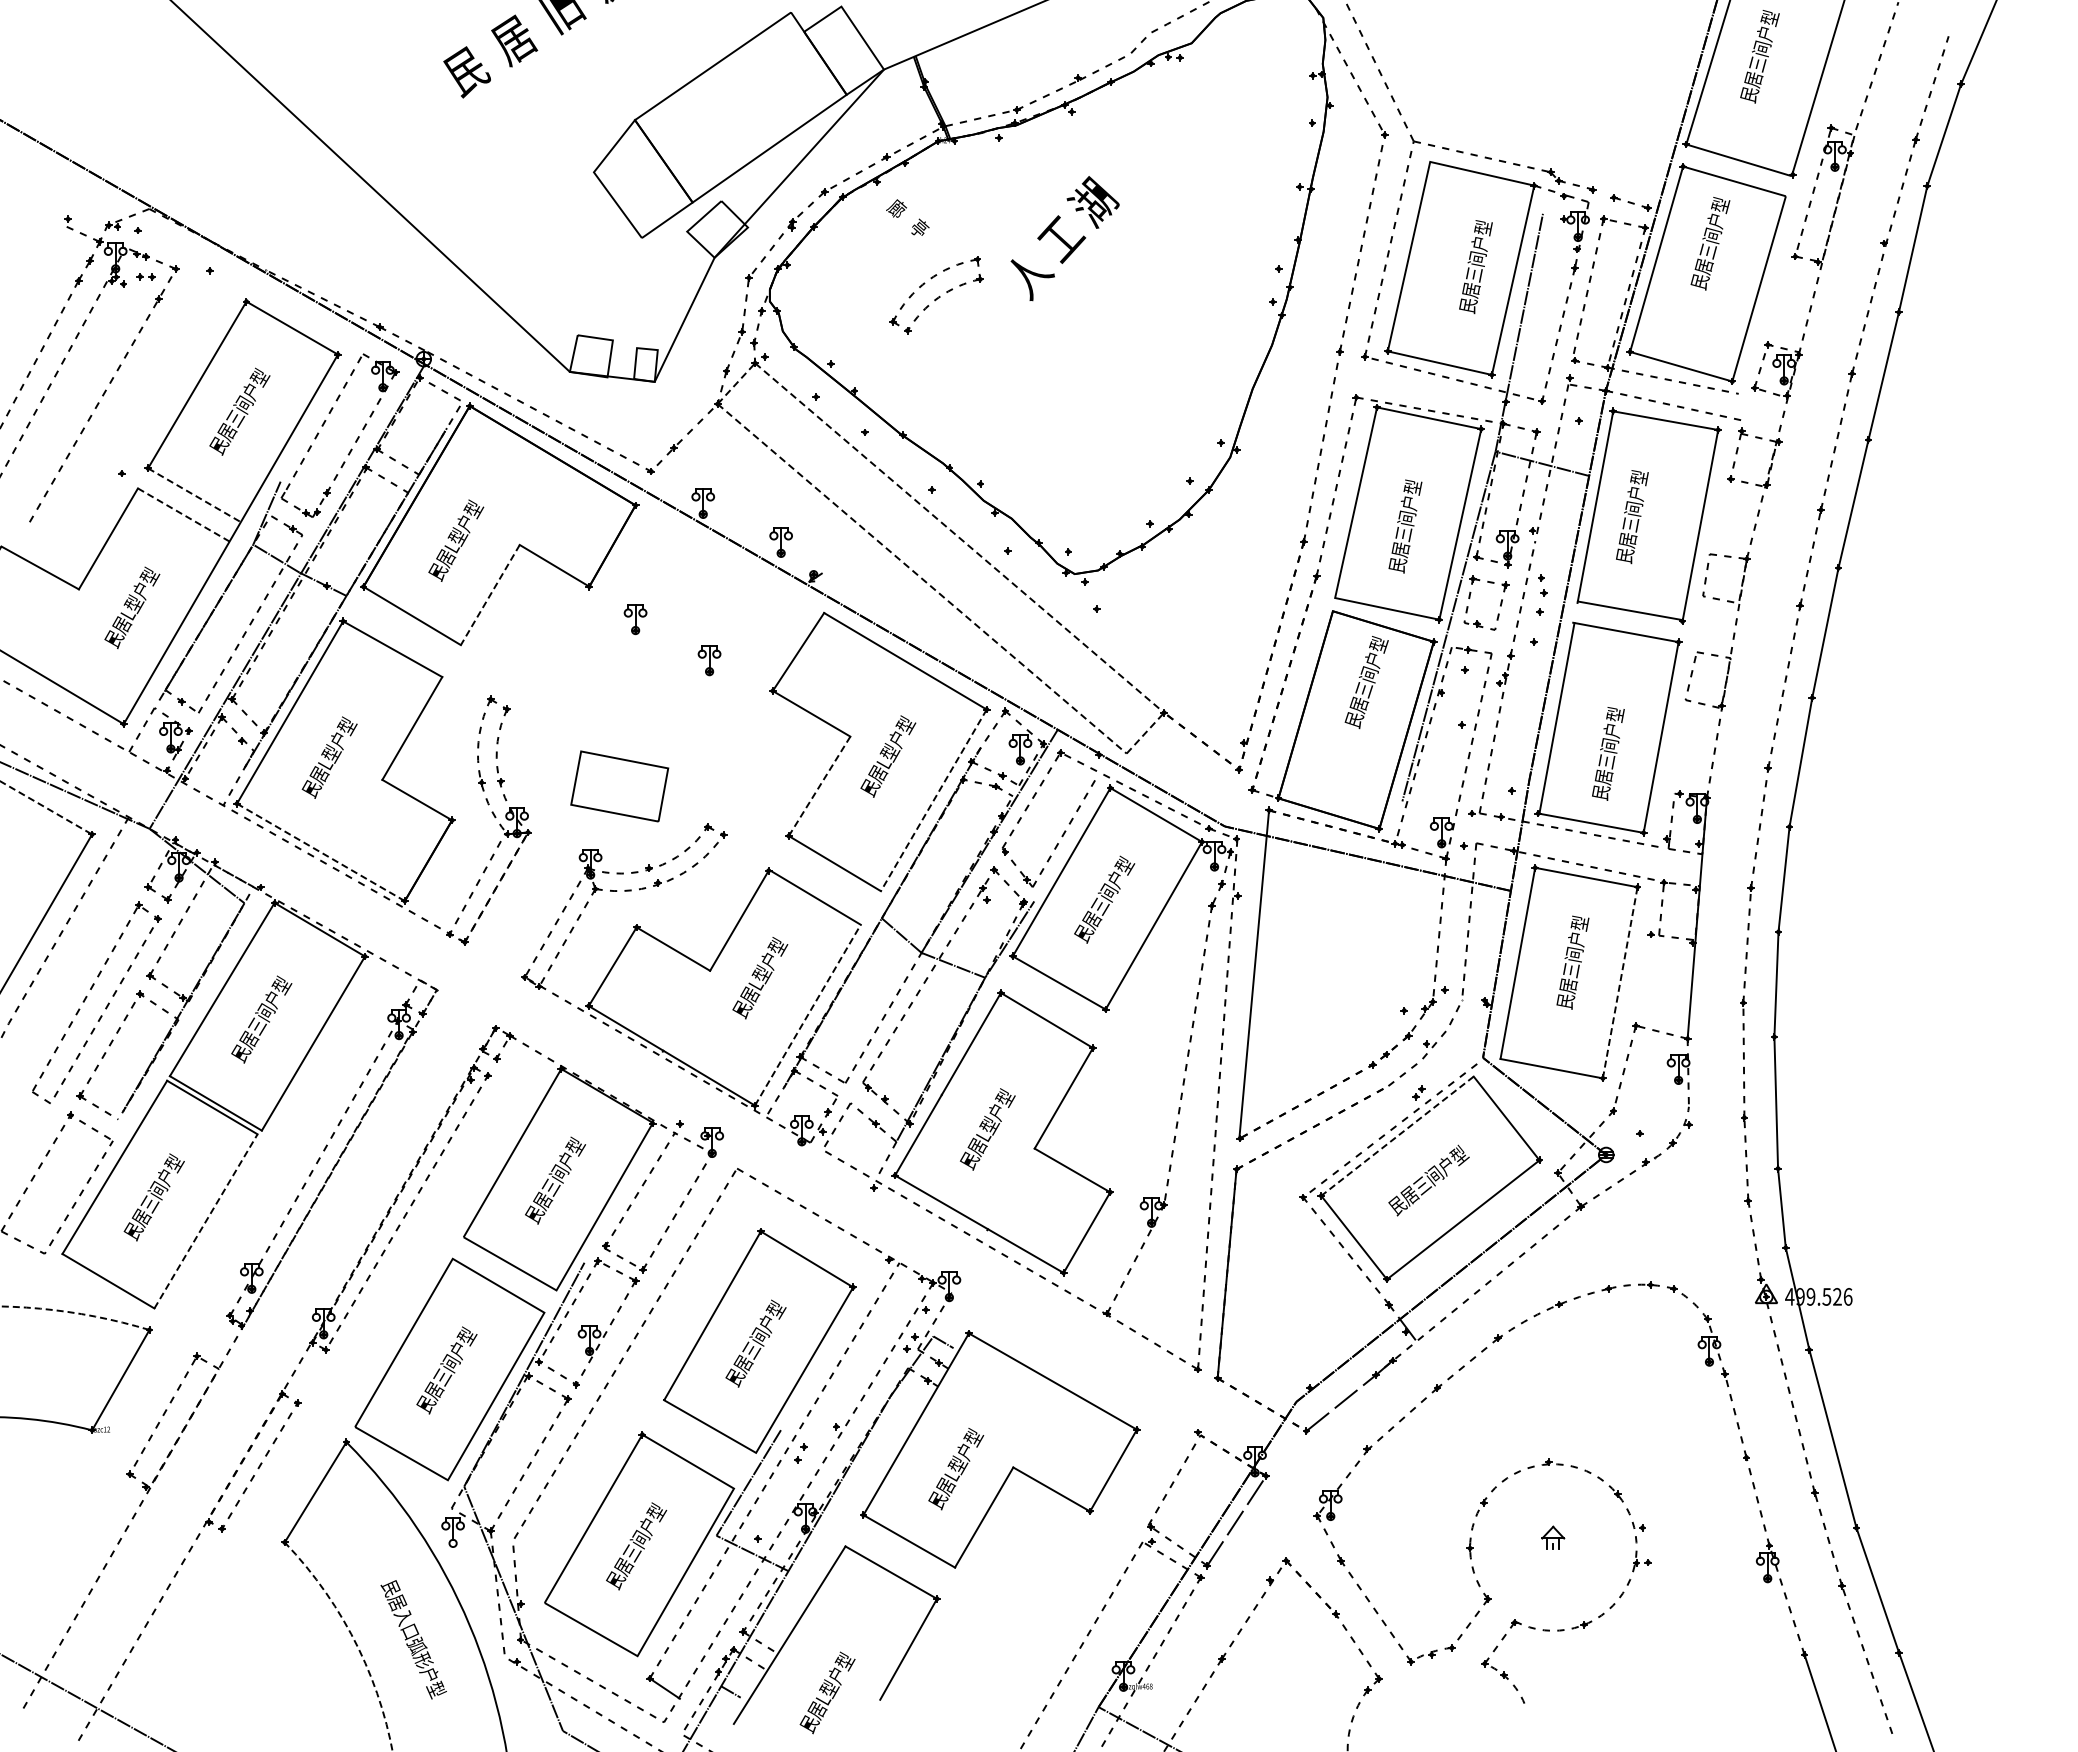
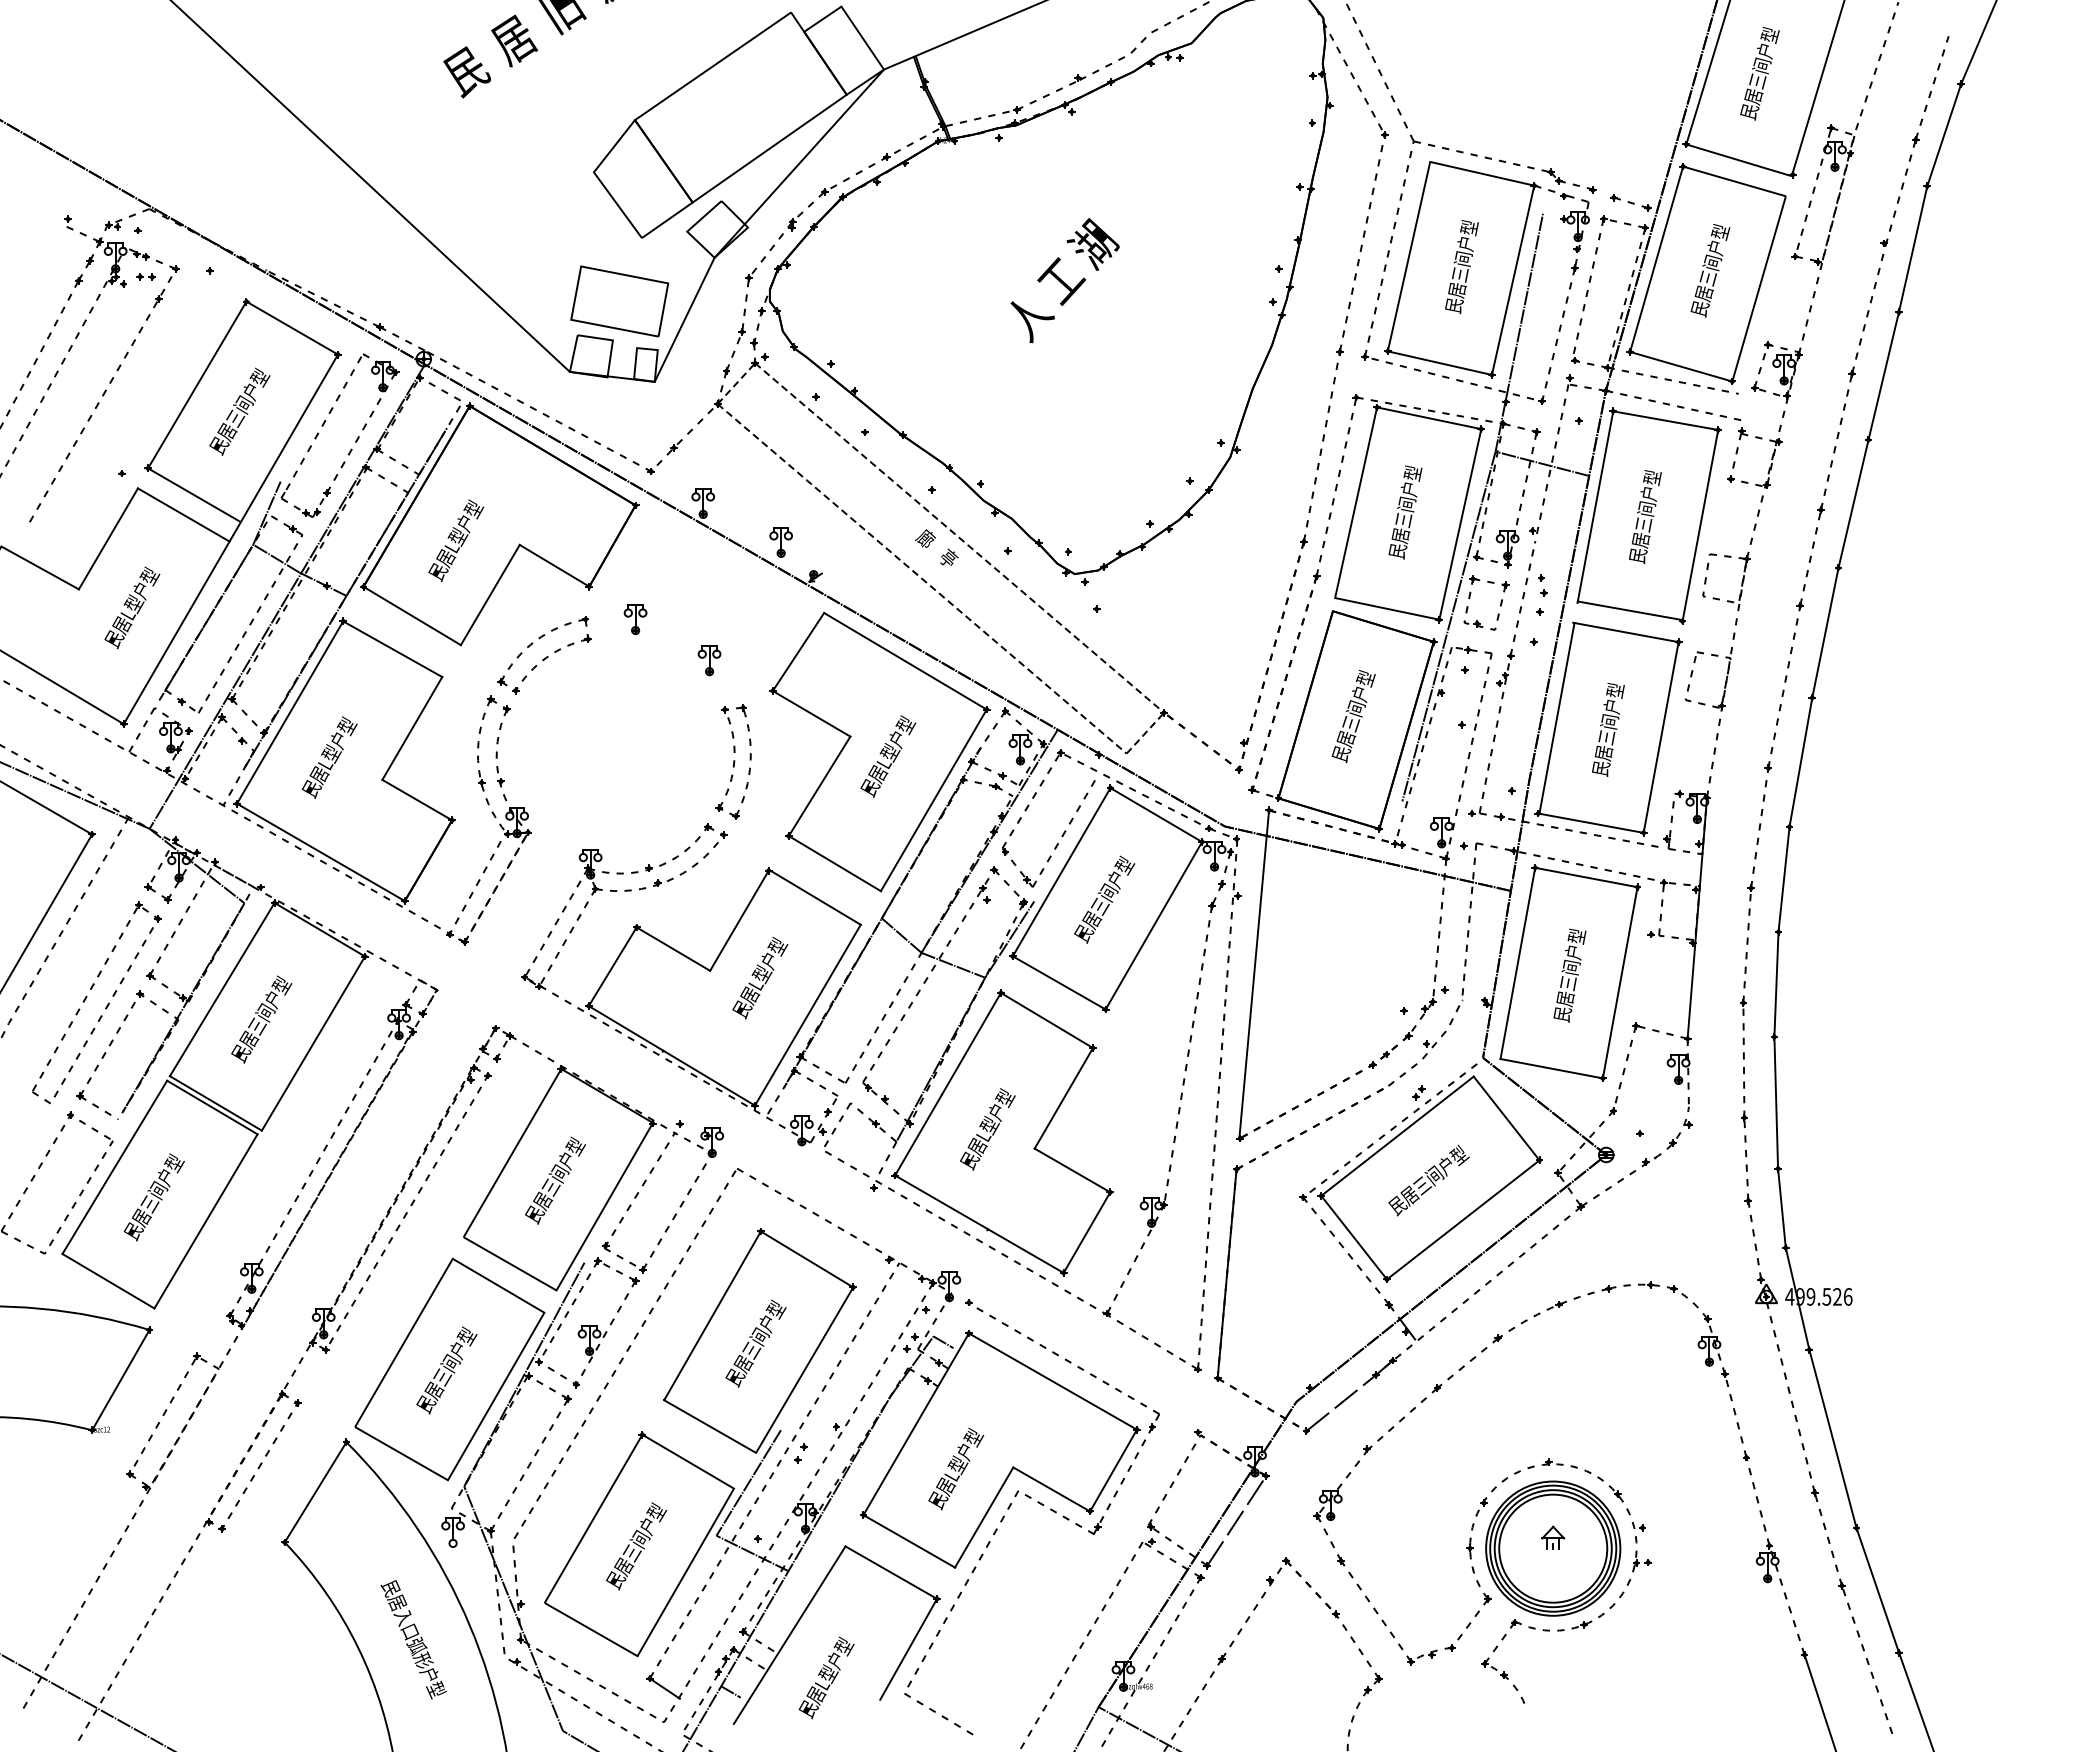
text at (1759, 56) position: (1759, 56) -> (1759, 73)
text at (907, 217) position: (907, 217) -> (936, 547)
text at (1064, 238) position: (1064, 238) -> (1064, 280)
text at (1710, 243) position: (1710, 243) -> (1710, 270)
text at (1475, 267) position: (1475, 267) -> (1461, 267)
part at (936, 295) position: (936, 295) -> (544, 655)
line at (193, 494): dashed -> solid
line at (183, 515): dashed -> solid
text at (1632, 517) position: (1632, 517) -> (1645, 517)
text at (1405, 526) position: (1405, 526) -> (1405, 512)
line at (490, 595): dashed -> solid
text at (1366, 682) position: (1366, 682) -> (1353, 716)
text at (1608, 753) position: (1608, 753) -> (1608, 729)
part at (733, 761): none -> present
part at (619, 786) position: (619, 786) -> (619, 301)
line at (819, 786): dashed -> solid
line at (933, 800): dashed -> solid
line at (46, 807): dashed -> solid
line at (321, 852): dashed -> solid
text at (1572, 962) position: (1572, 962) -> (1569, 975)
line at (1620, 982): dashed -> solid
line at (807, 1015): dashed -> solid
line at (1397, 1136): dashed -> solid
line at (206, 1220): dashed -> solid
arc at (74, 1313): dashed -> solid
part at (1041, 1505): none -> present
part at (1553, 1548): none -> present
arc at (353, 1639): dashed -> solid
text at (827, 1692) position: (827, 1692) -> (826, 1677)
